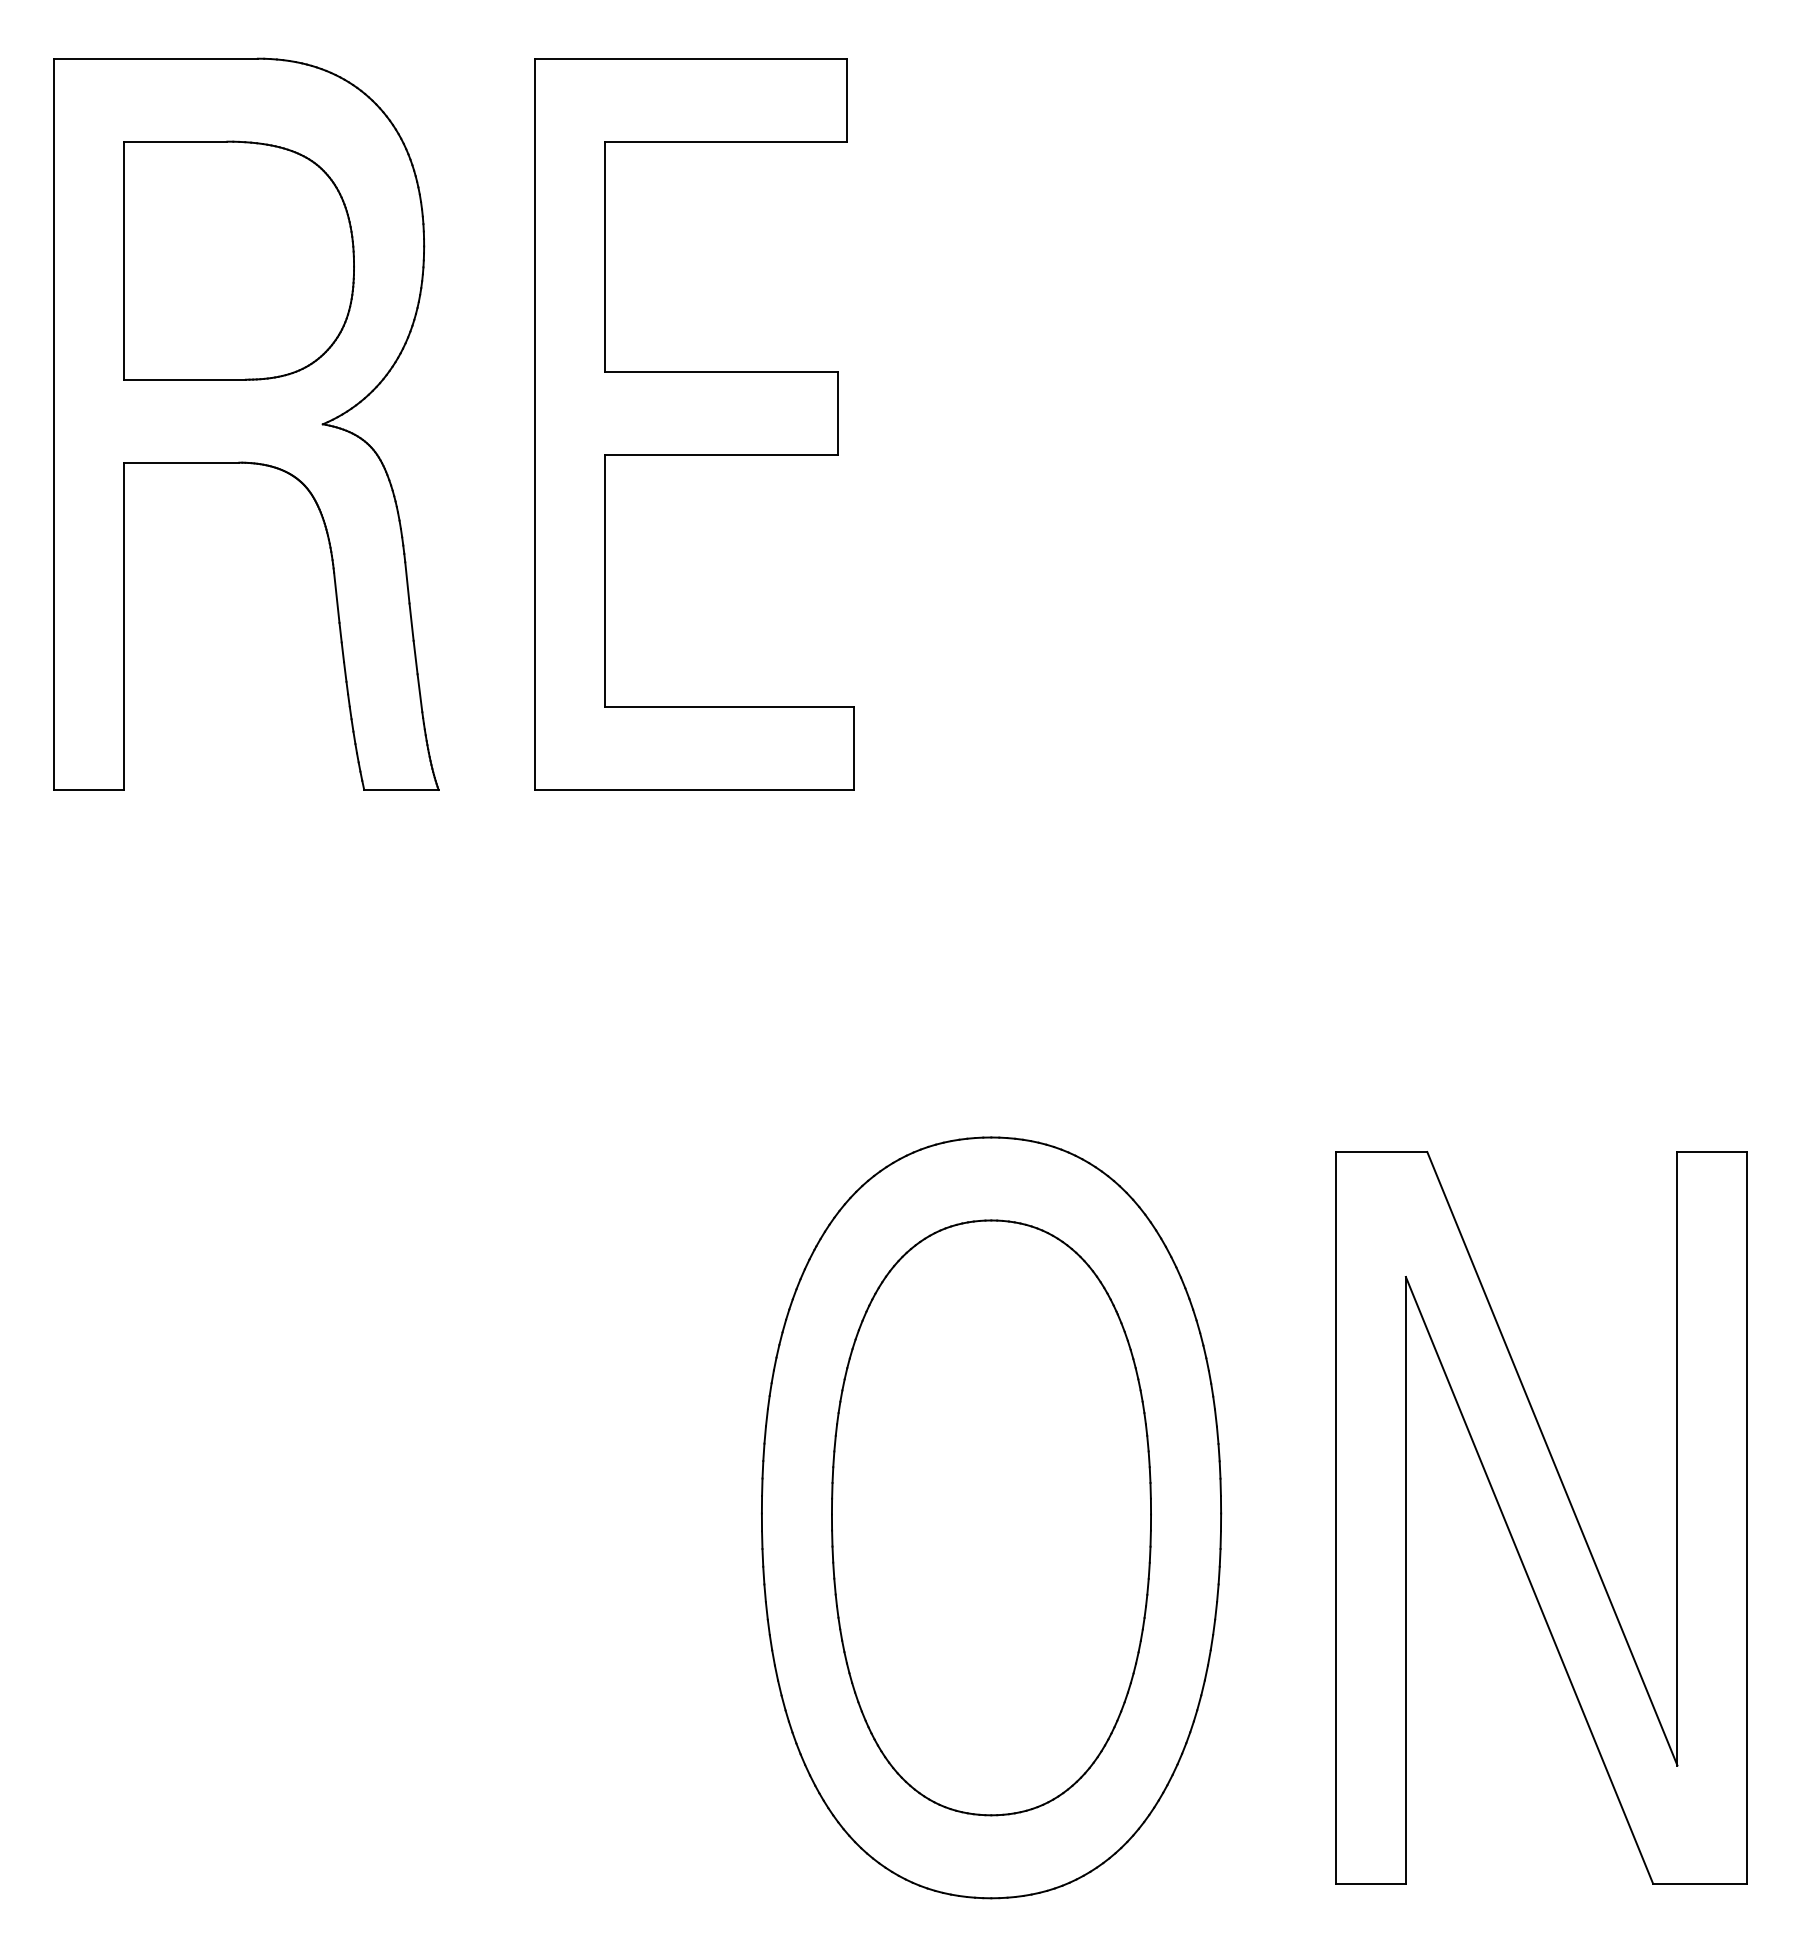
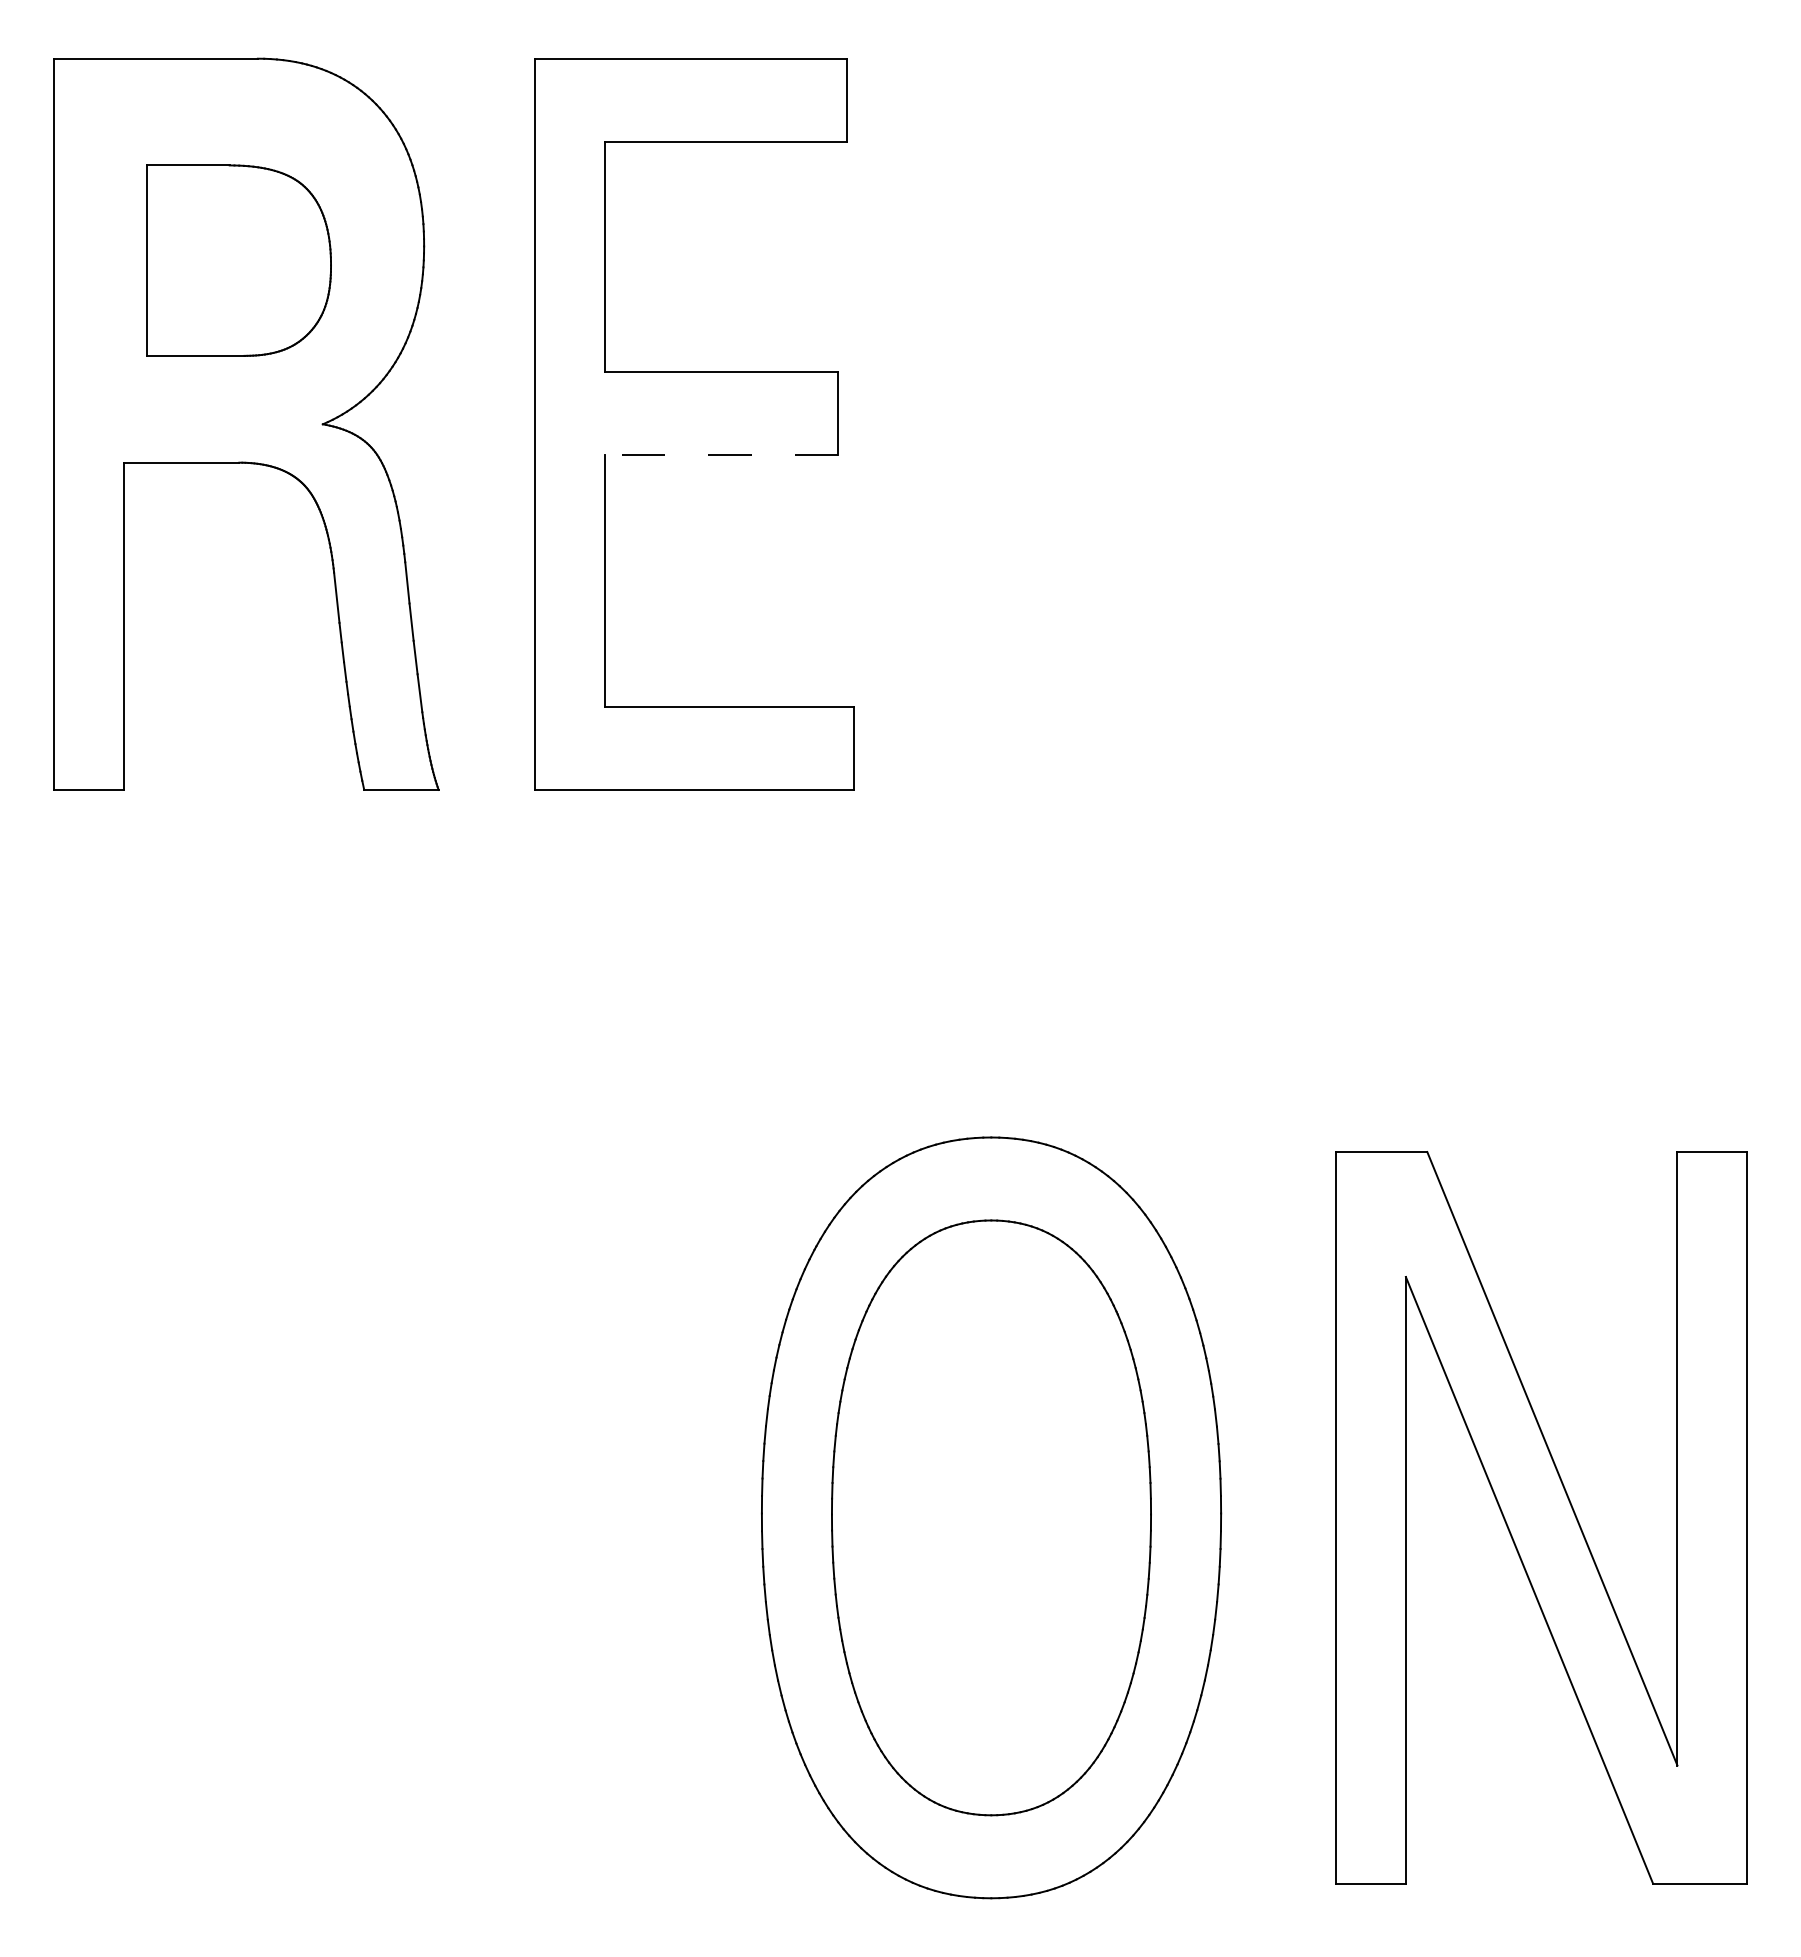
part at (238, 260) size: 232x241 px -> 186x193 px
line at (720, 455): solid -> dashed
